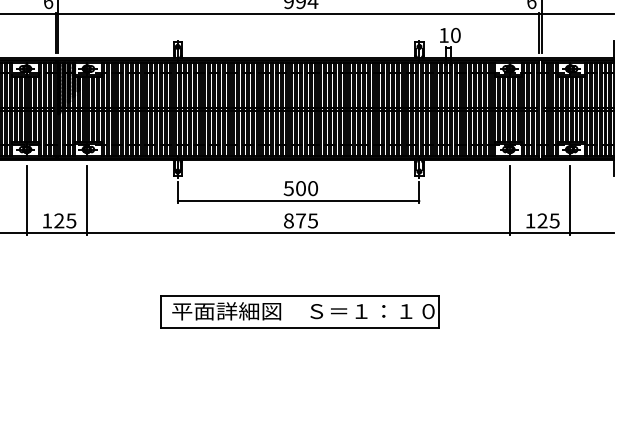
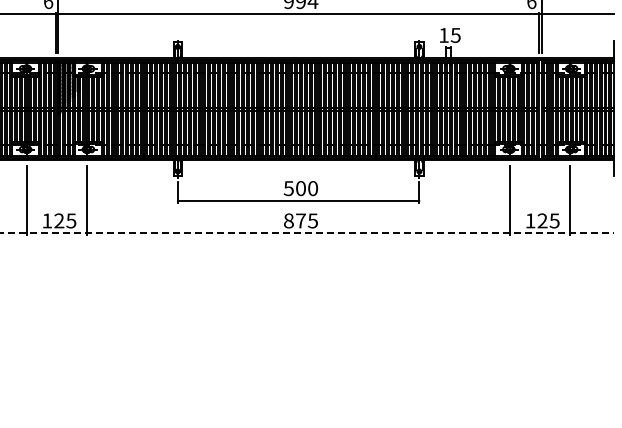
text at (455, 34): 10 -> 15
line at (307, 233): solid -> dashed
part at (299, 311): present -> none
